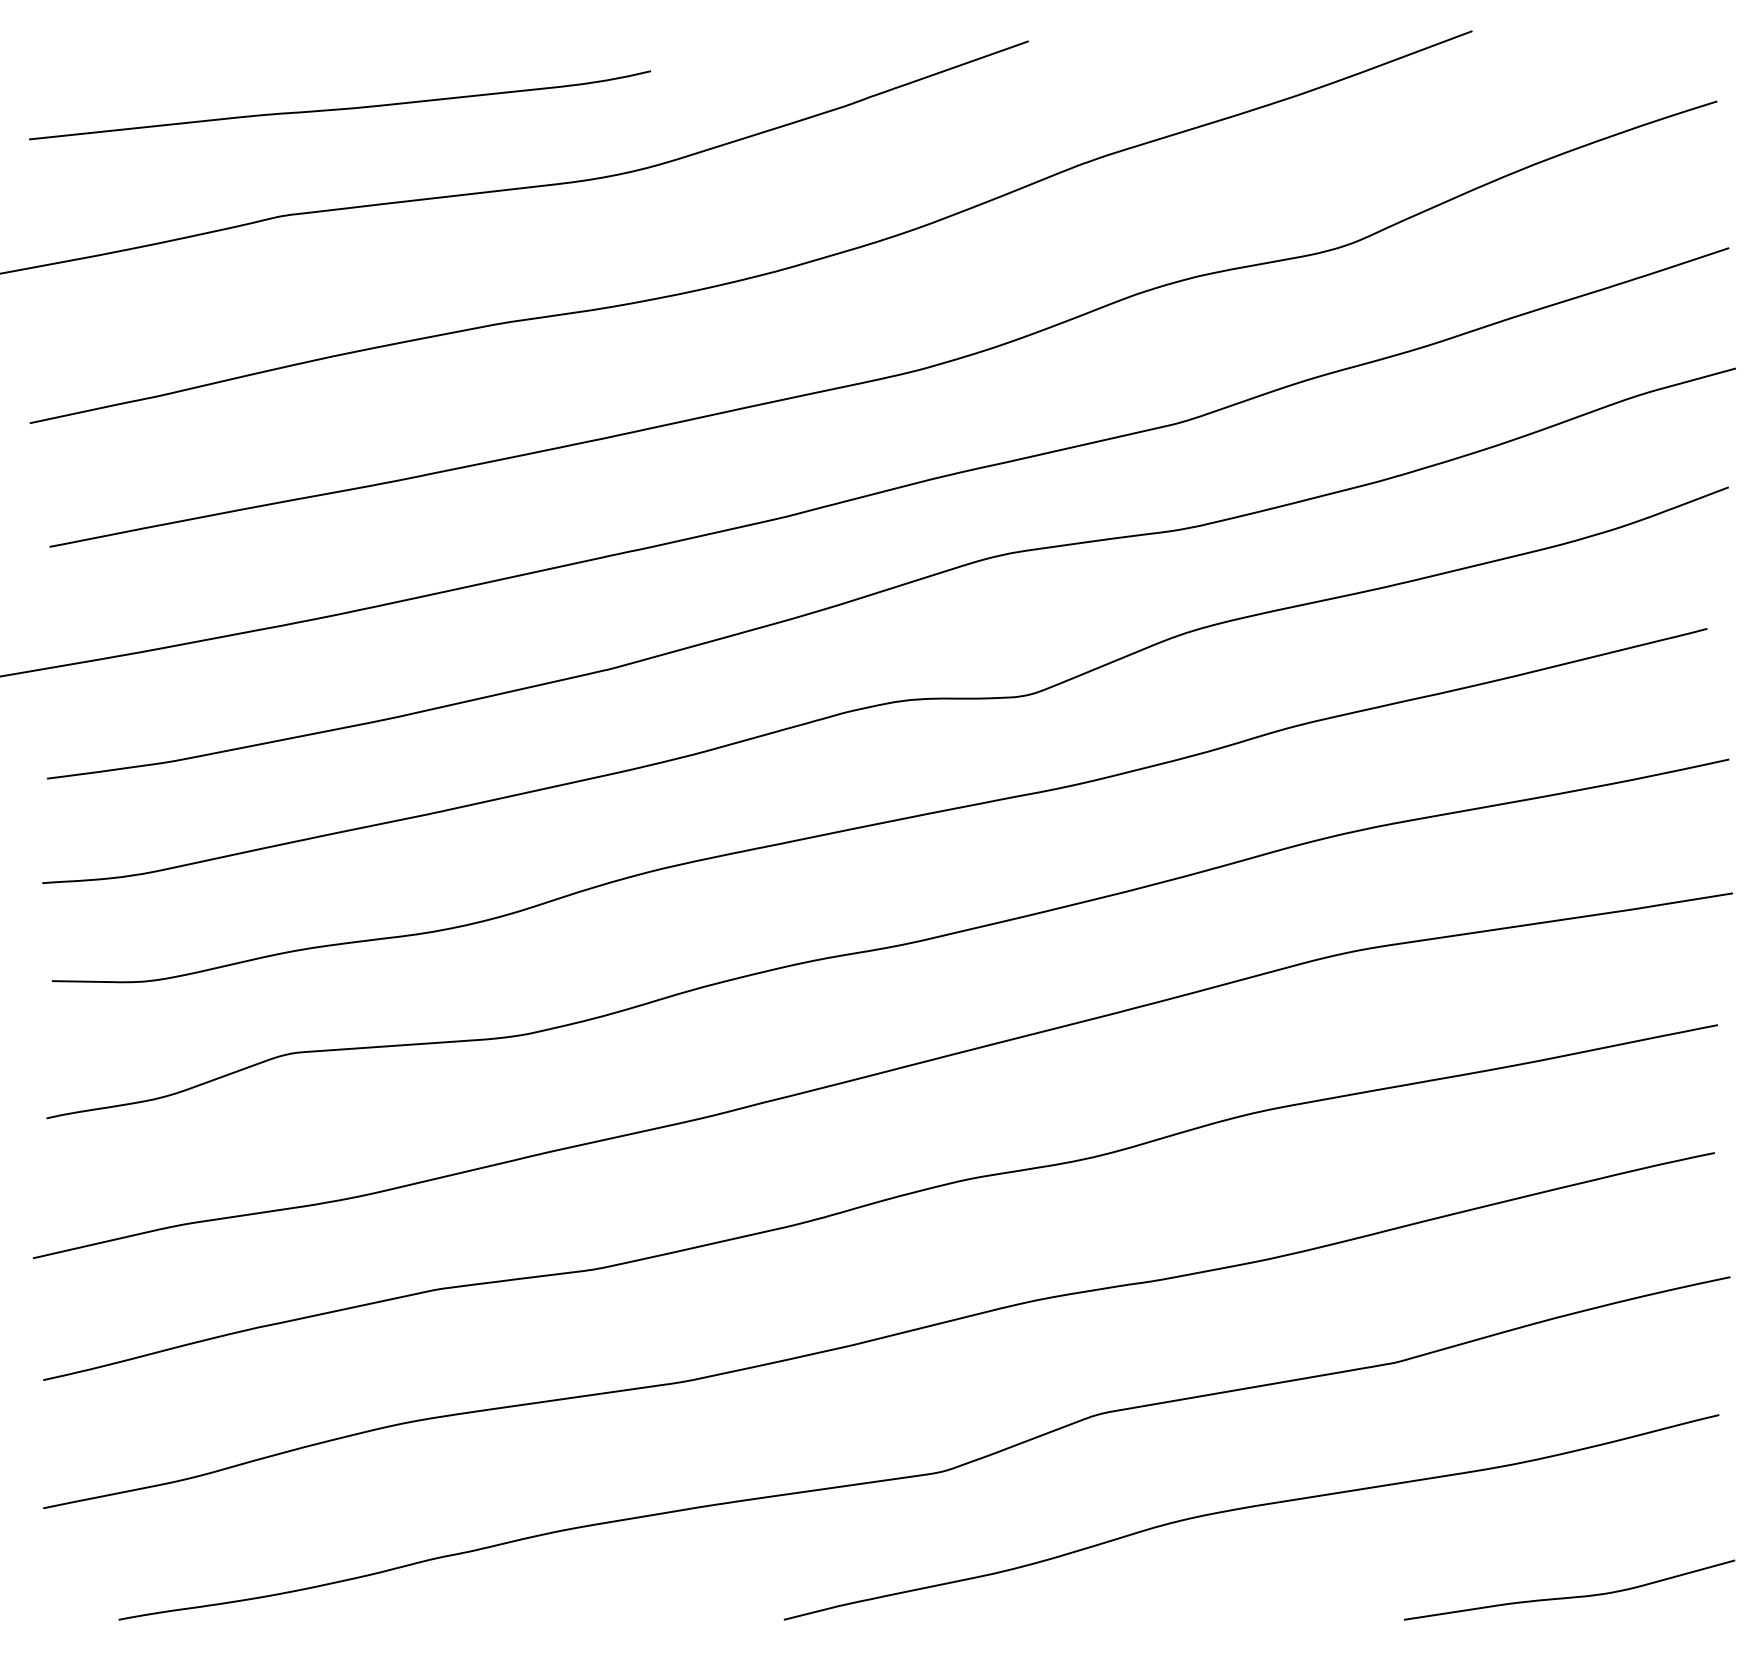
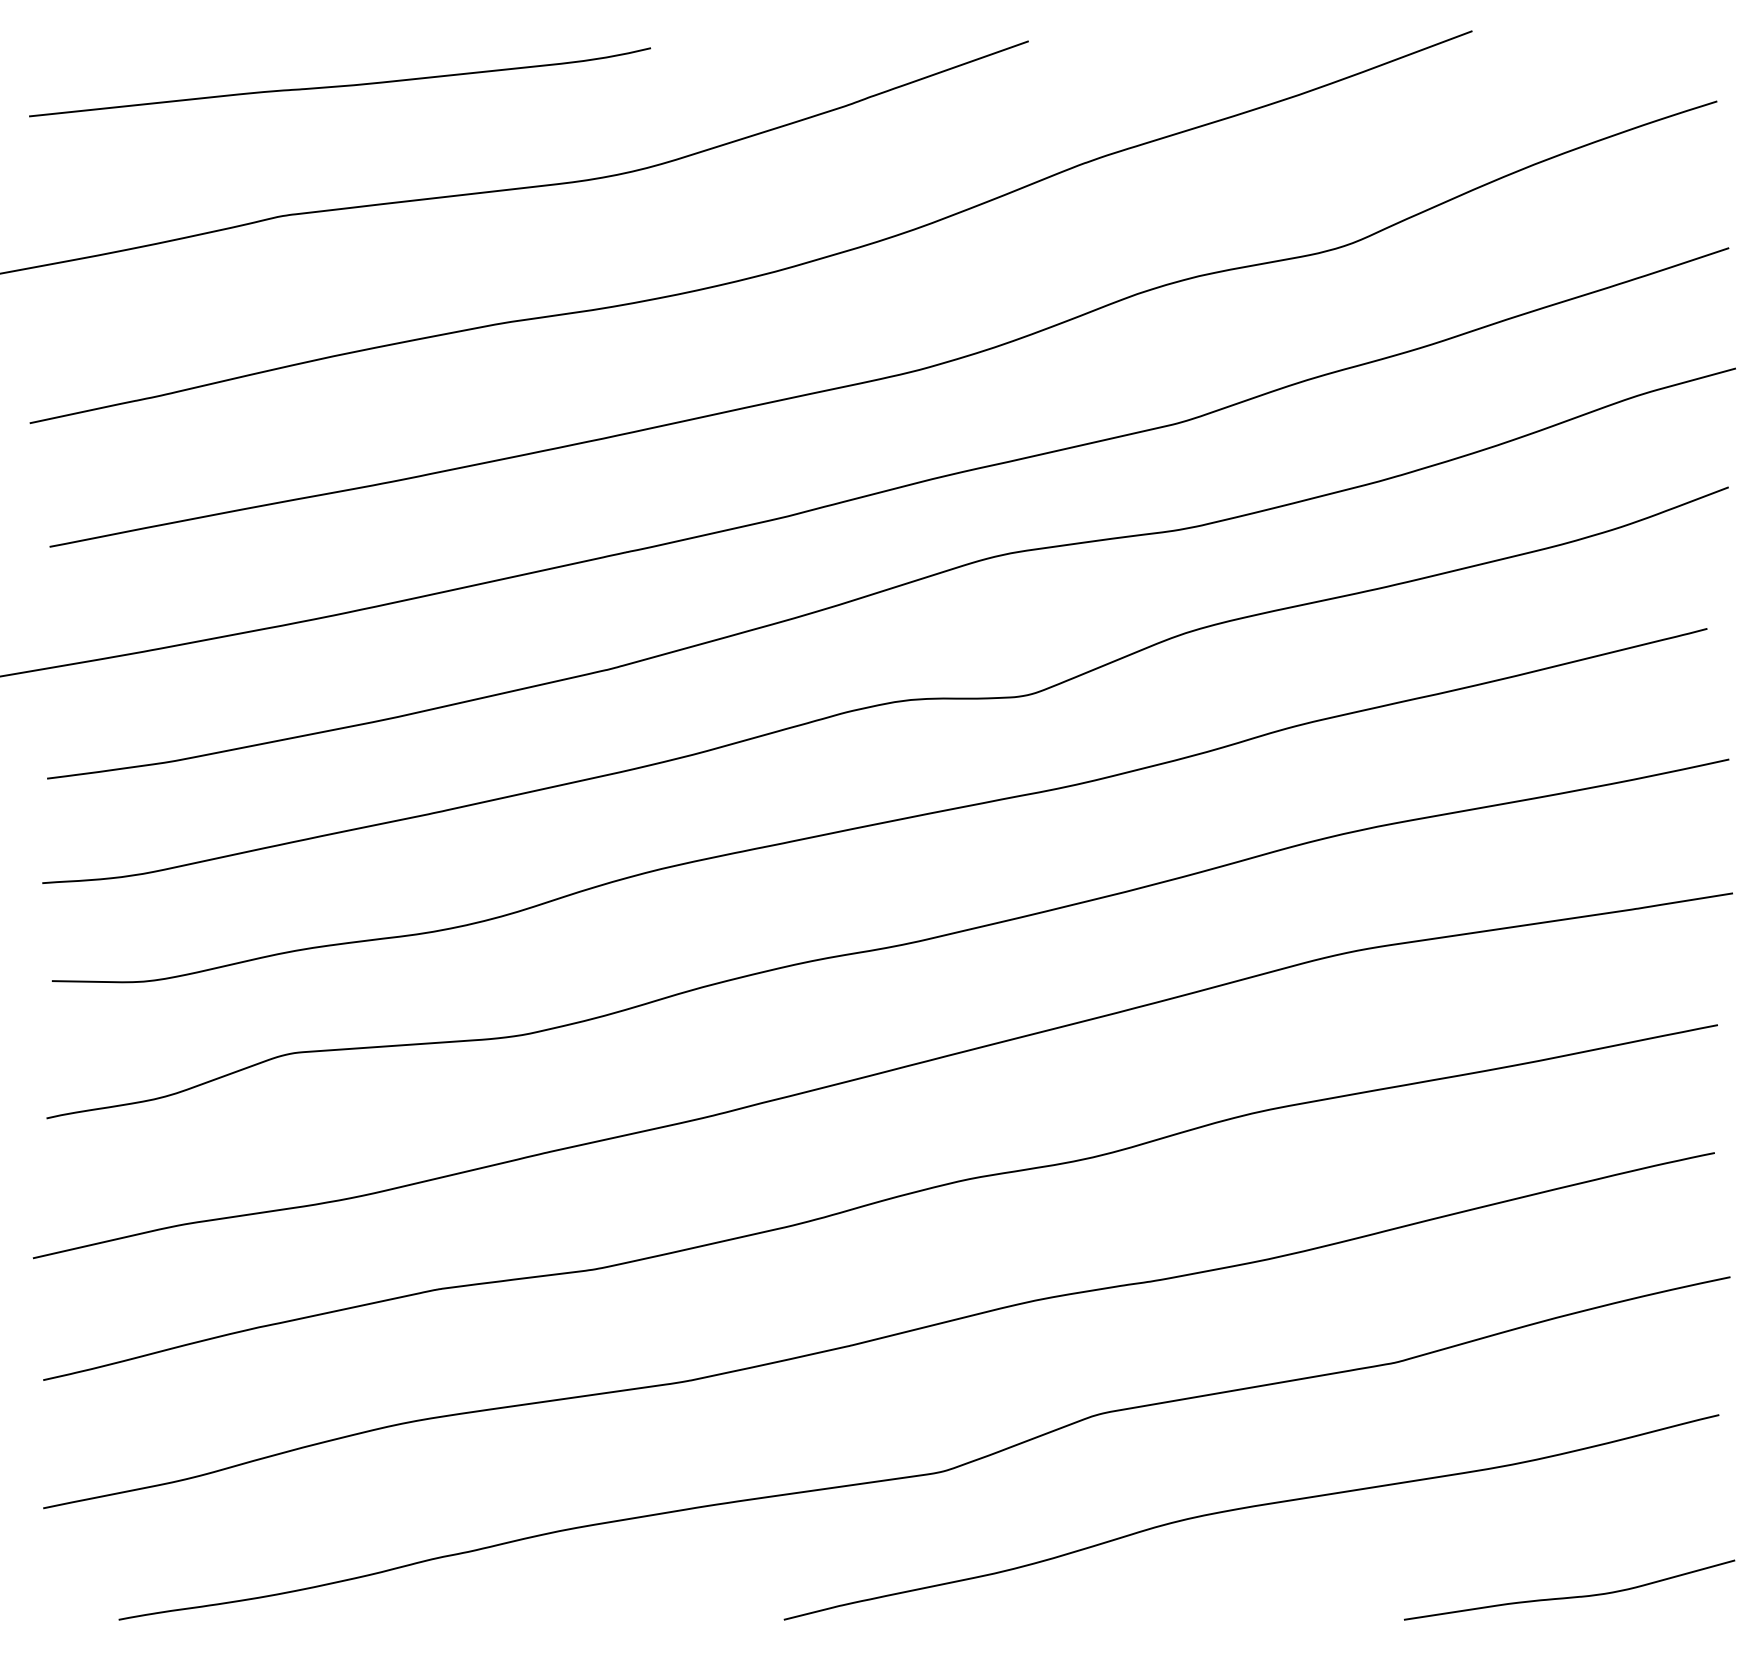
curve at (339, 108) position: (339, 108) -> (339, 85)
